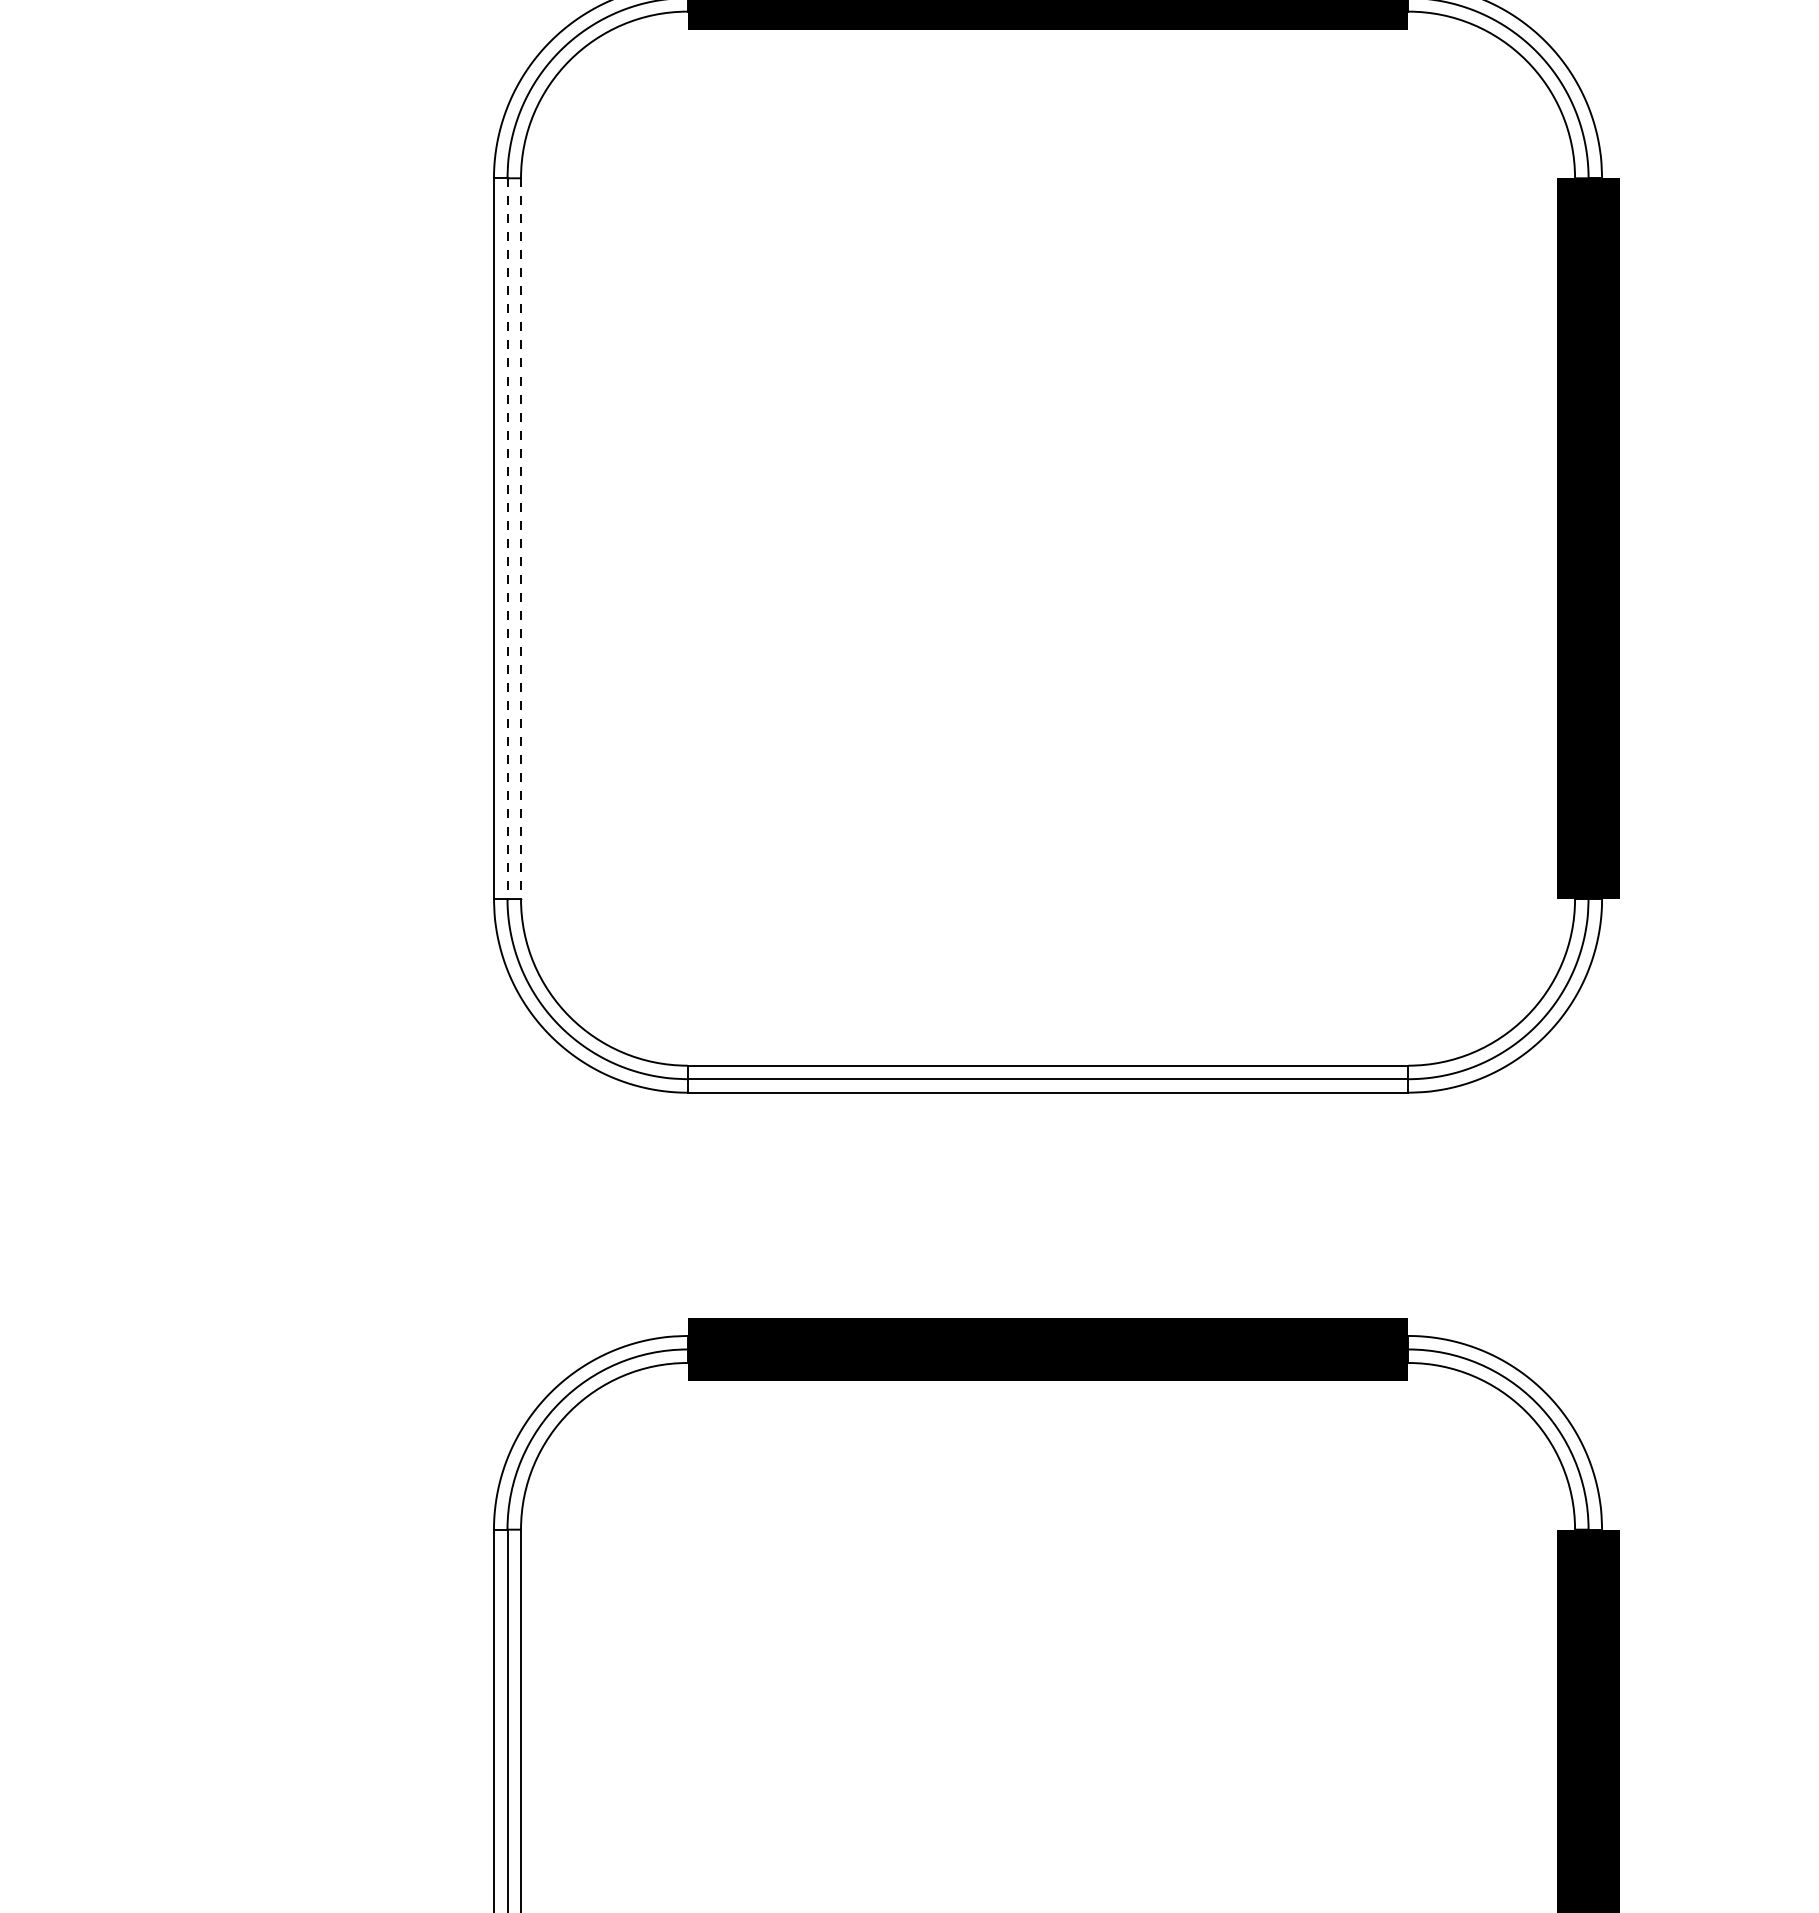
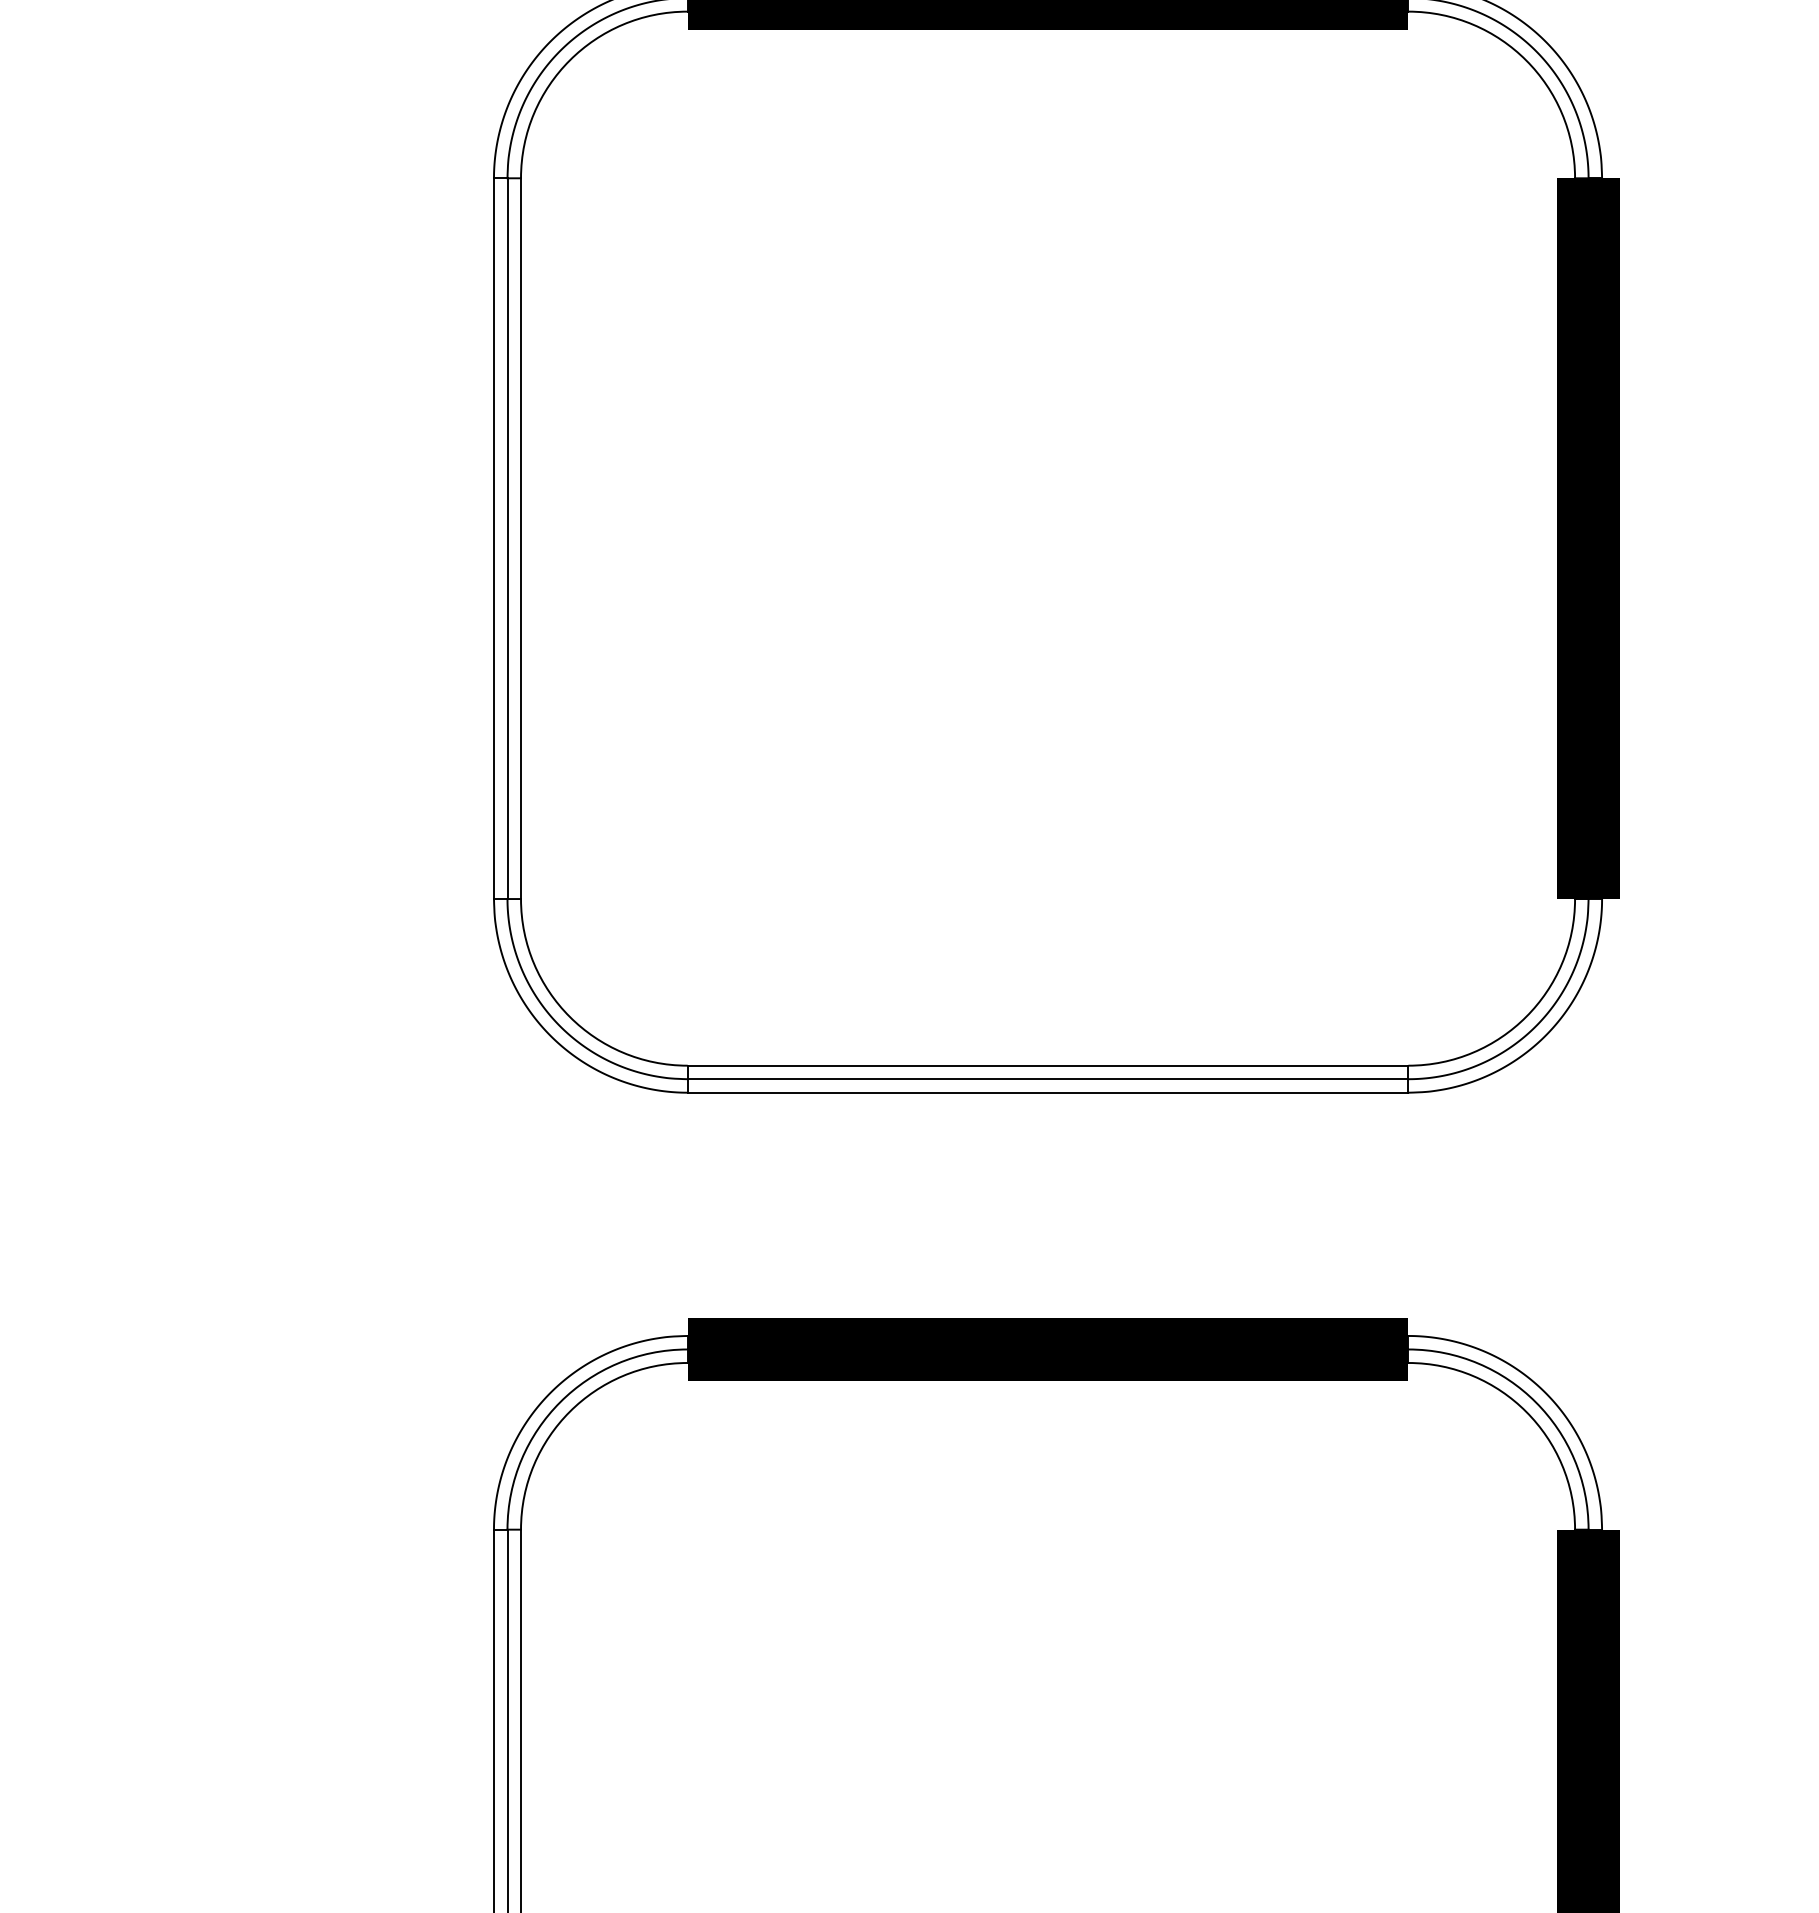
line at (507, 539): dashed -> solid
line at (521, 539): dashed -> solid
